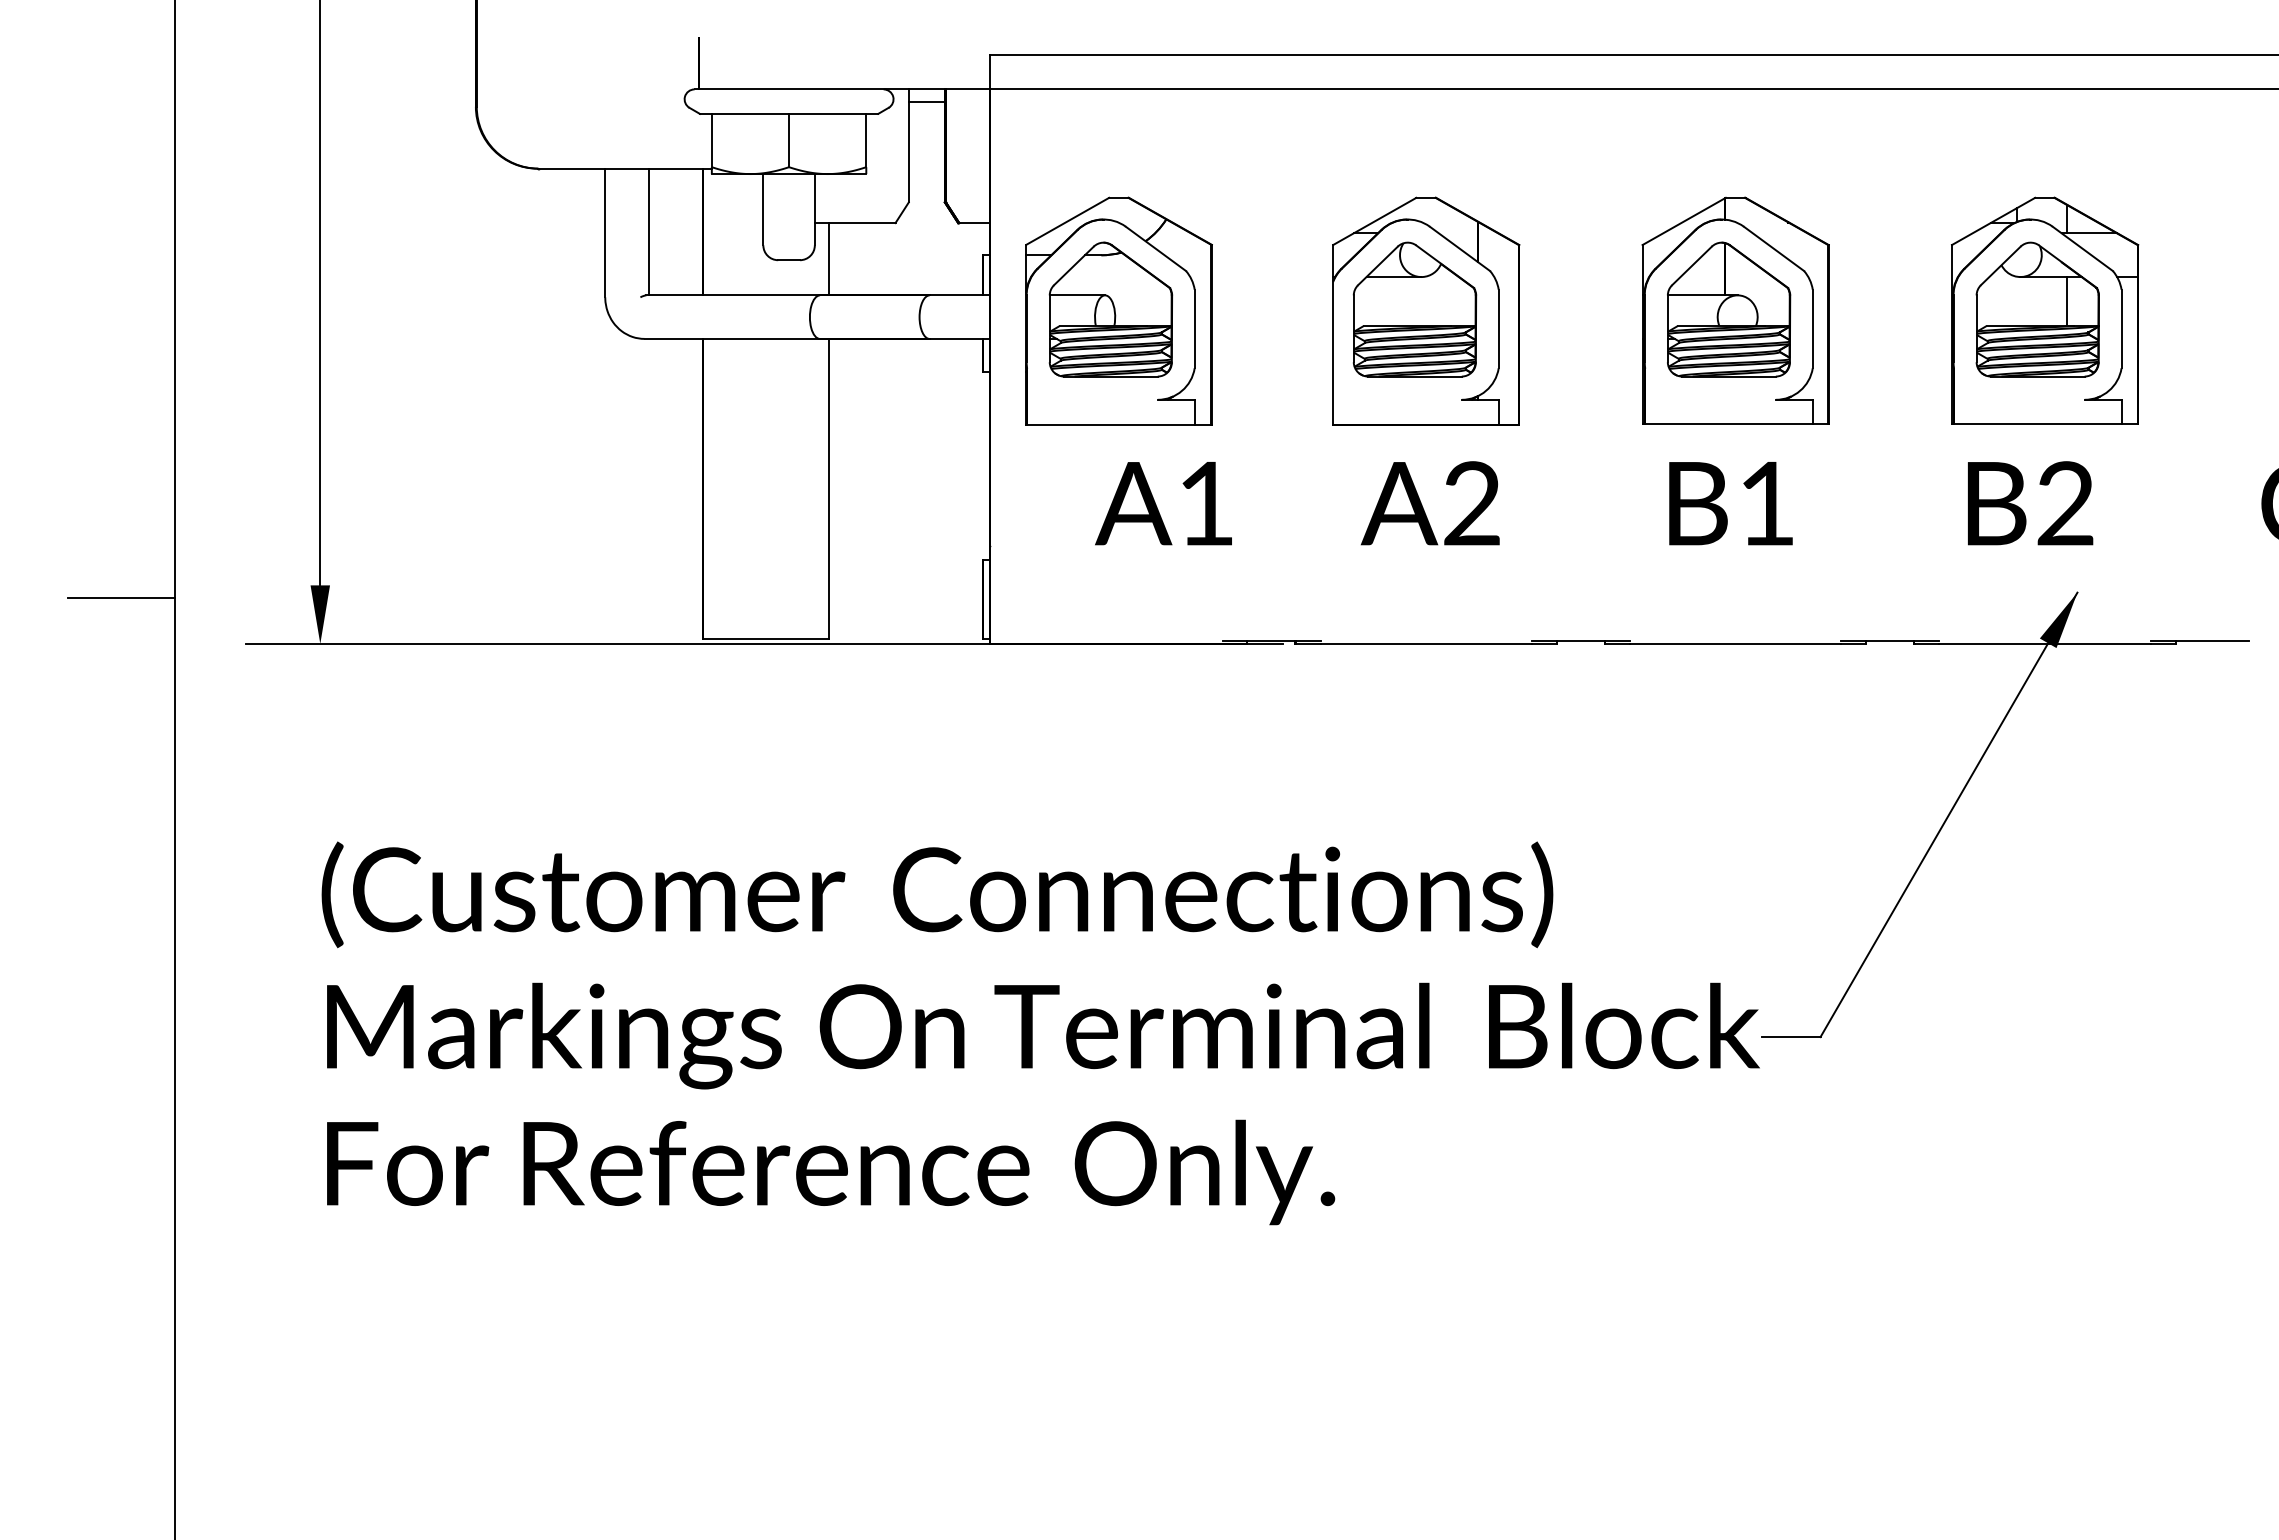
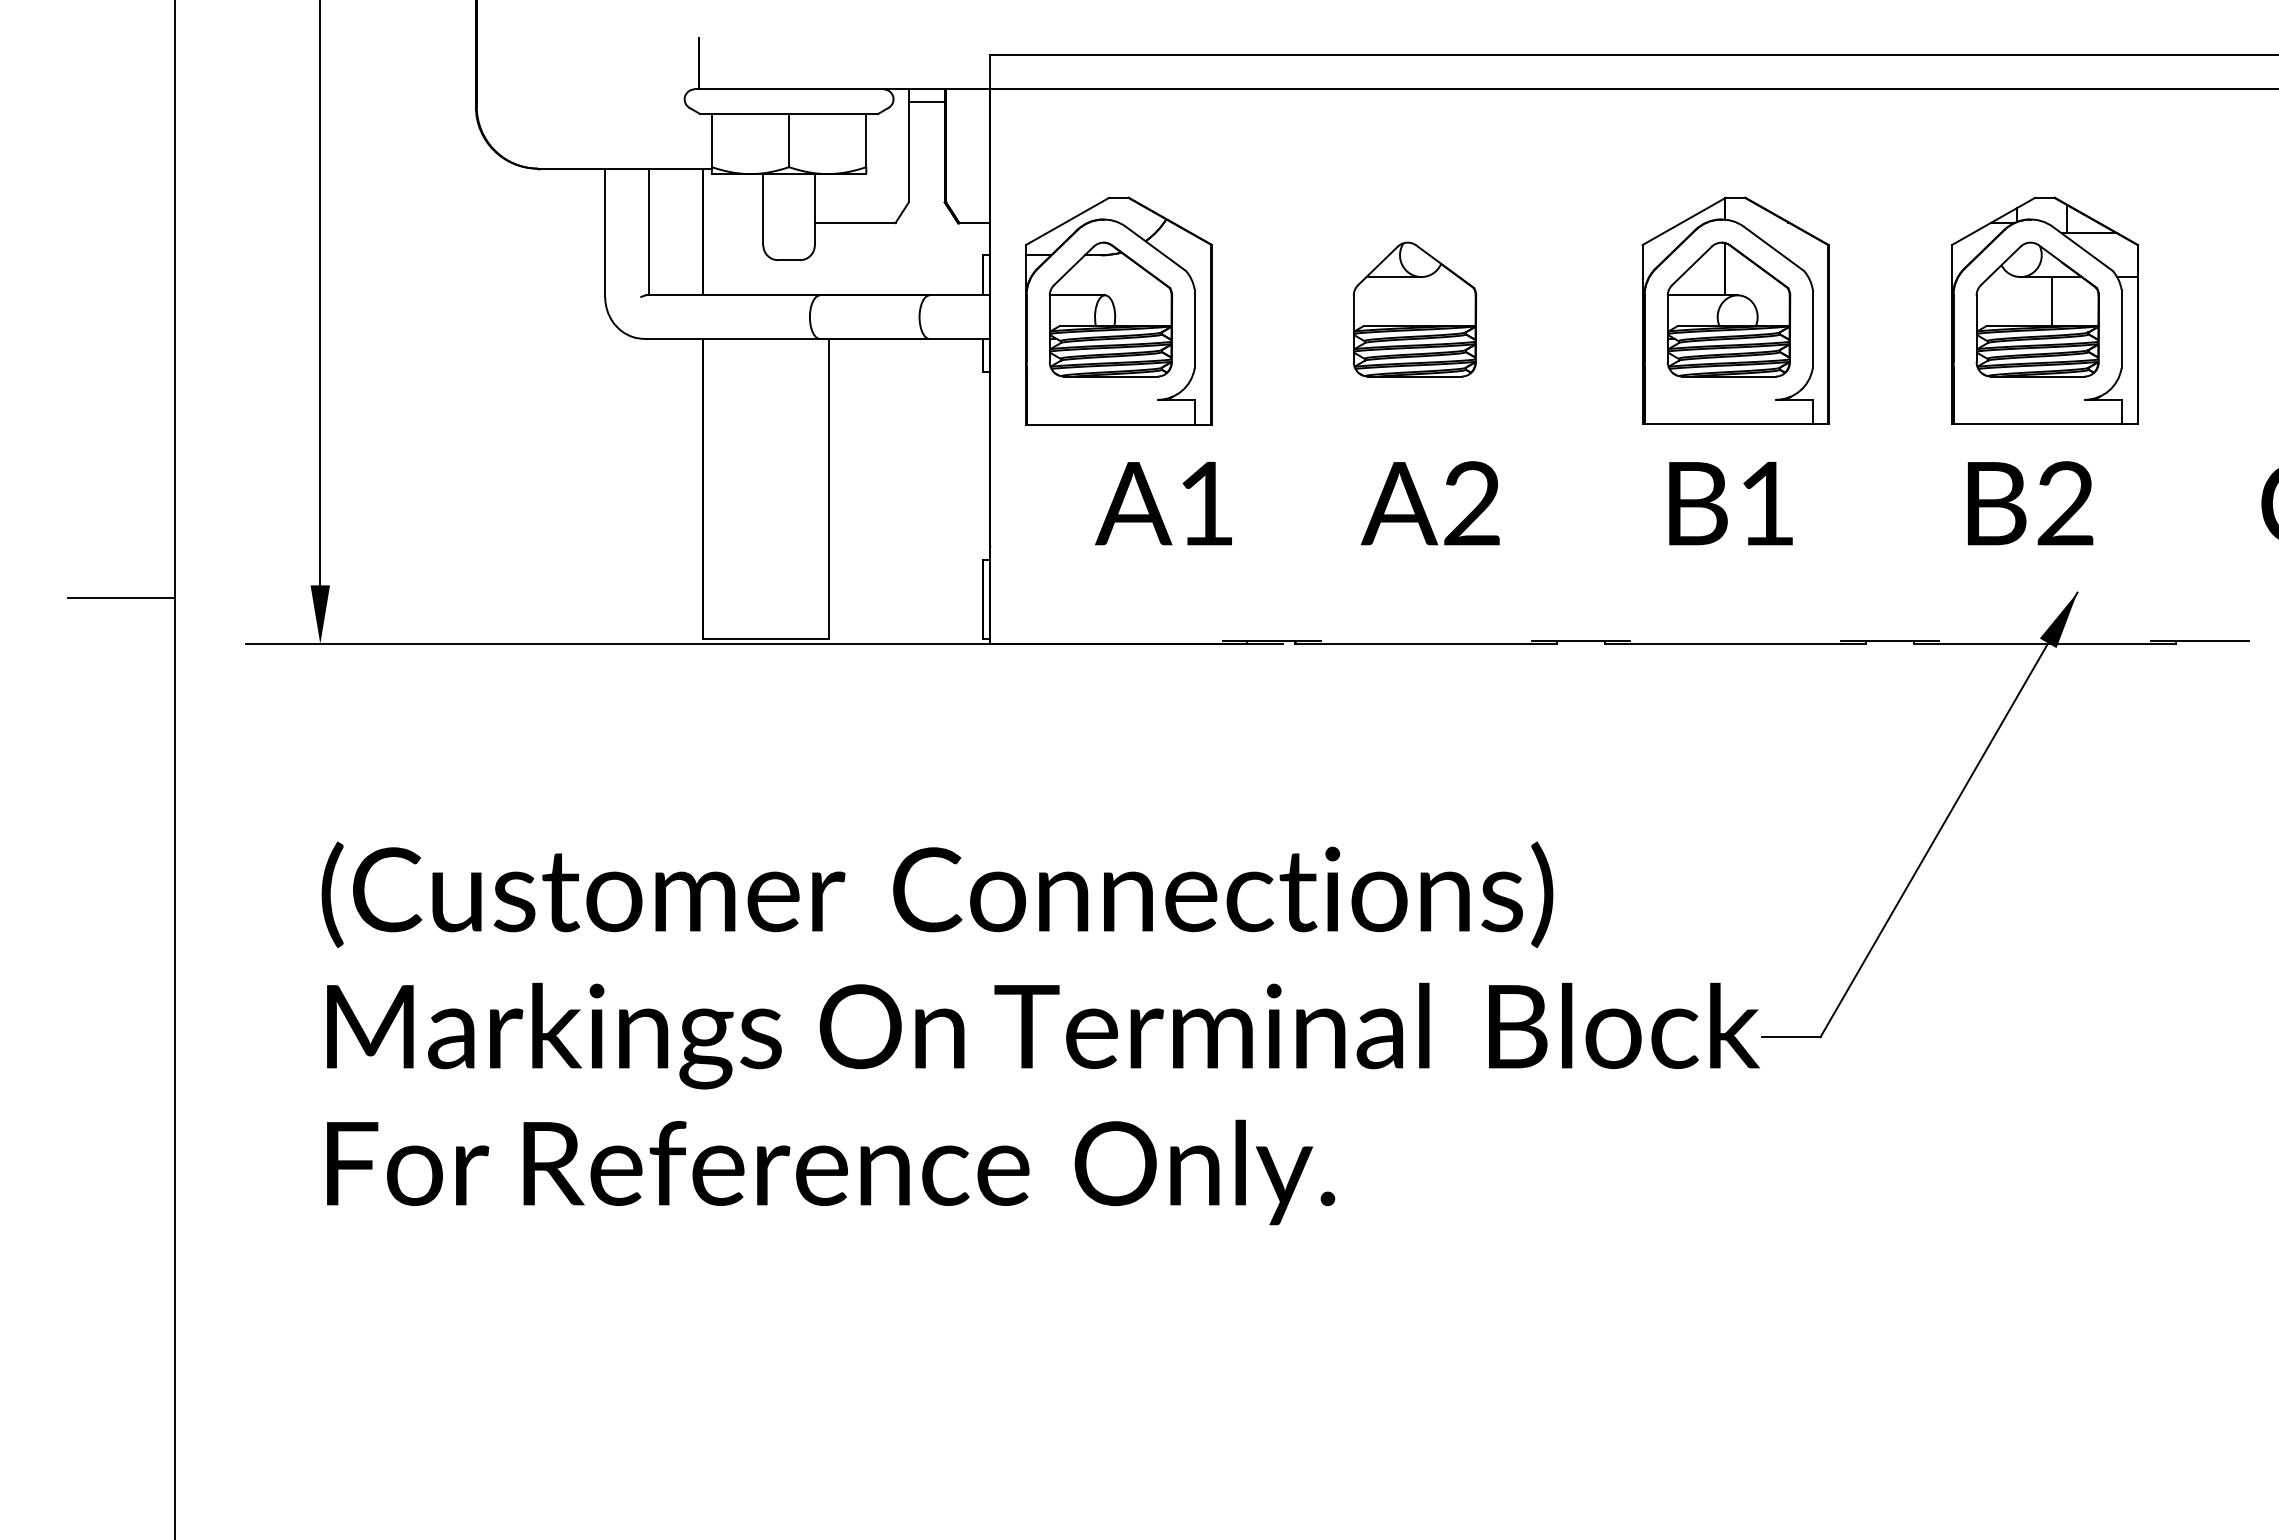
line at (829, 259): present -> none
line at (2066, 301) position: (2066, 301) -> (2051, 301)
part at (1426, 310): present -> none
